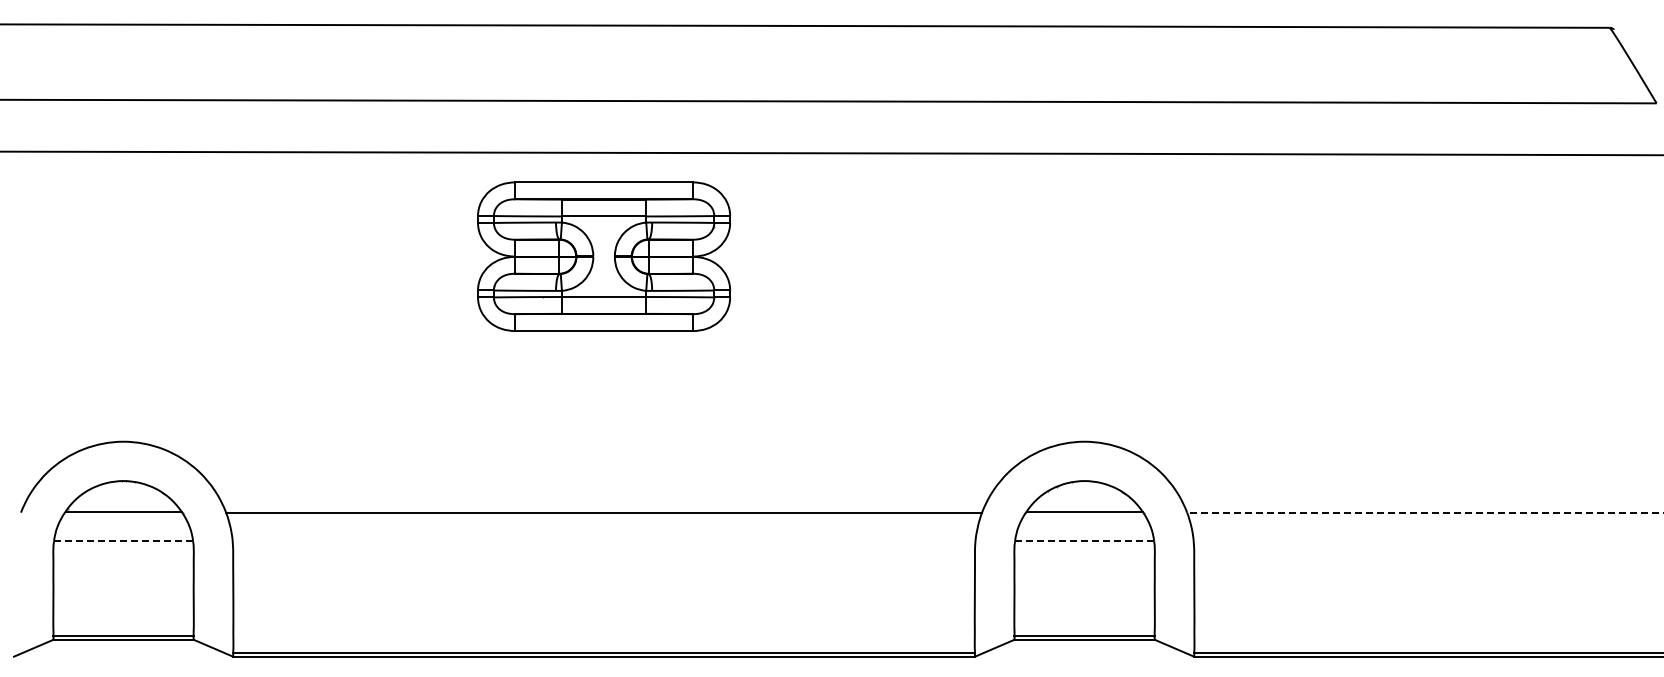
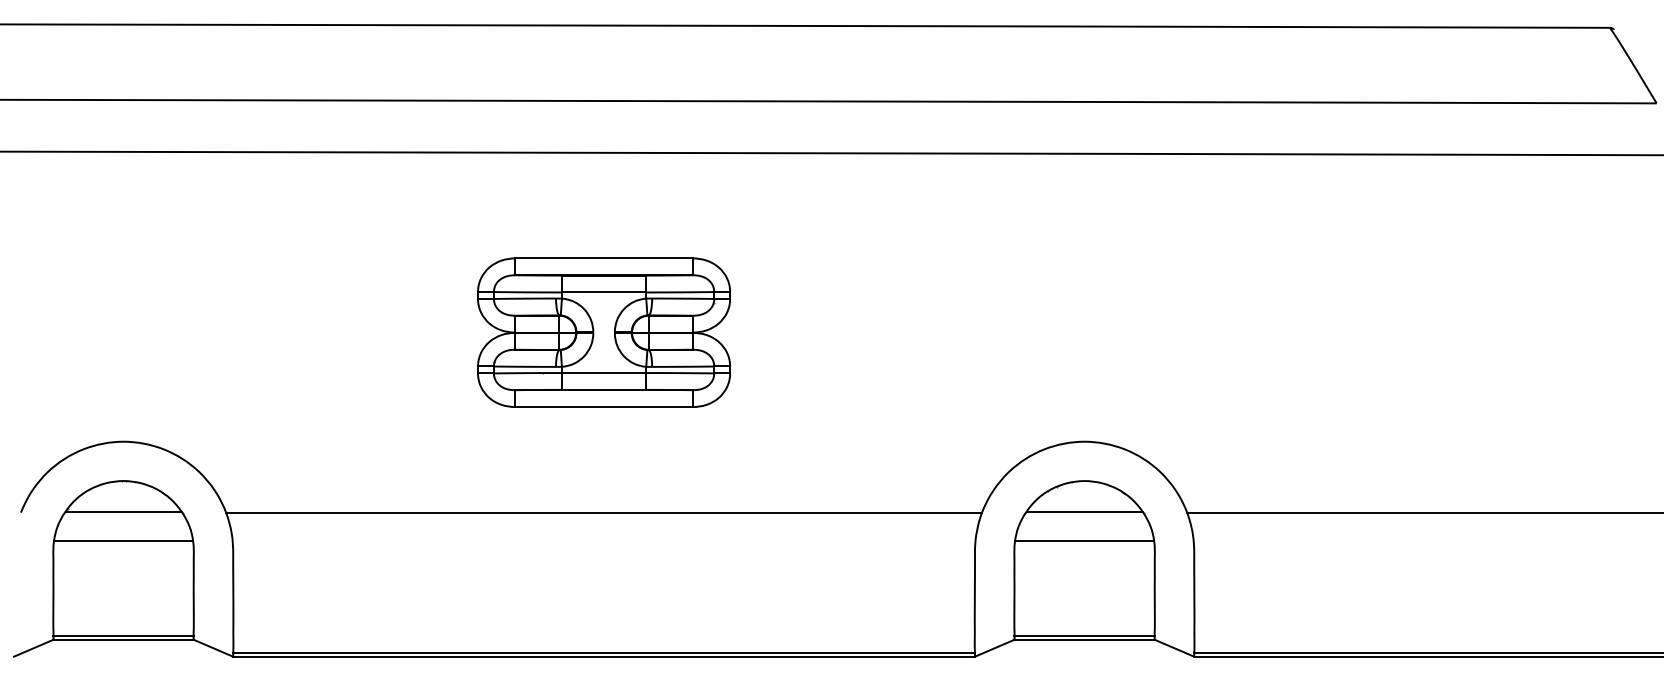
part at (604, 256) position: (604, 256) -> (604, 332)
line at (1424, 512): dashed -> solid
line at (123, 541): dashed -> solid
line at (1084, 541): dashed -> solid
